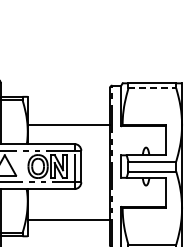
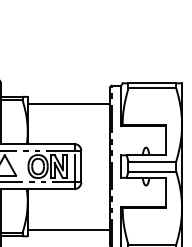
line at (152, 88): dashed -> solid
line at (68, 124) position: (68, 124) -> (68, 103)
line at (68, 219) position: (68, 219) -> (68, 229)
